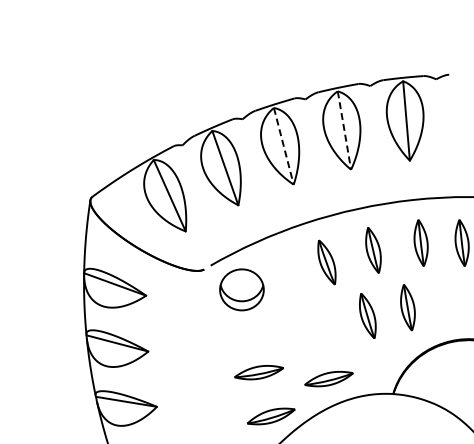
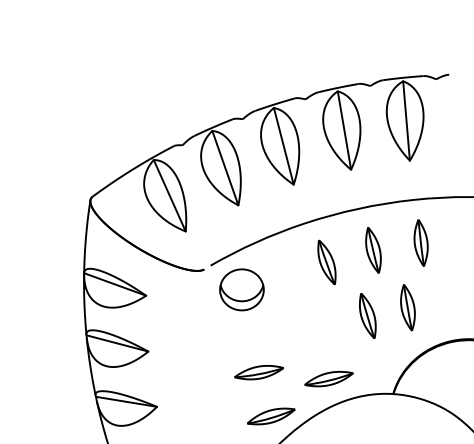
line at (344, 130): dashed -> solid
line at (283, 146): dashed -> solid
part at (461, 242): present -> none
